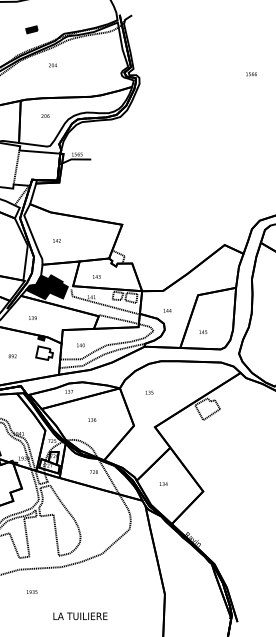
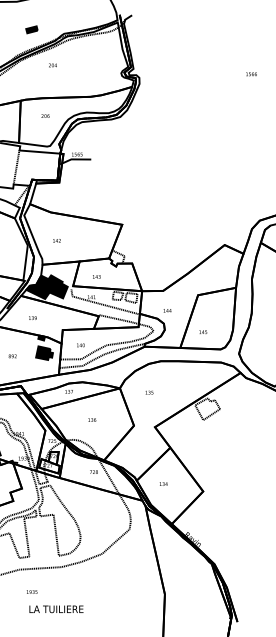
fill at (44, 353): none -> present
text at (80, 616) position: (80, 616) -> (56, 609)
